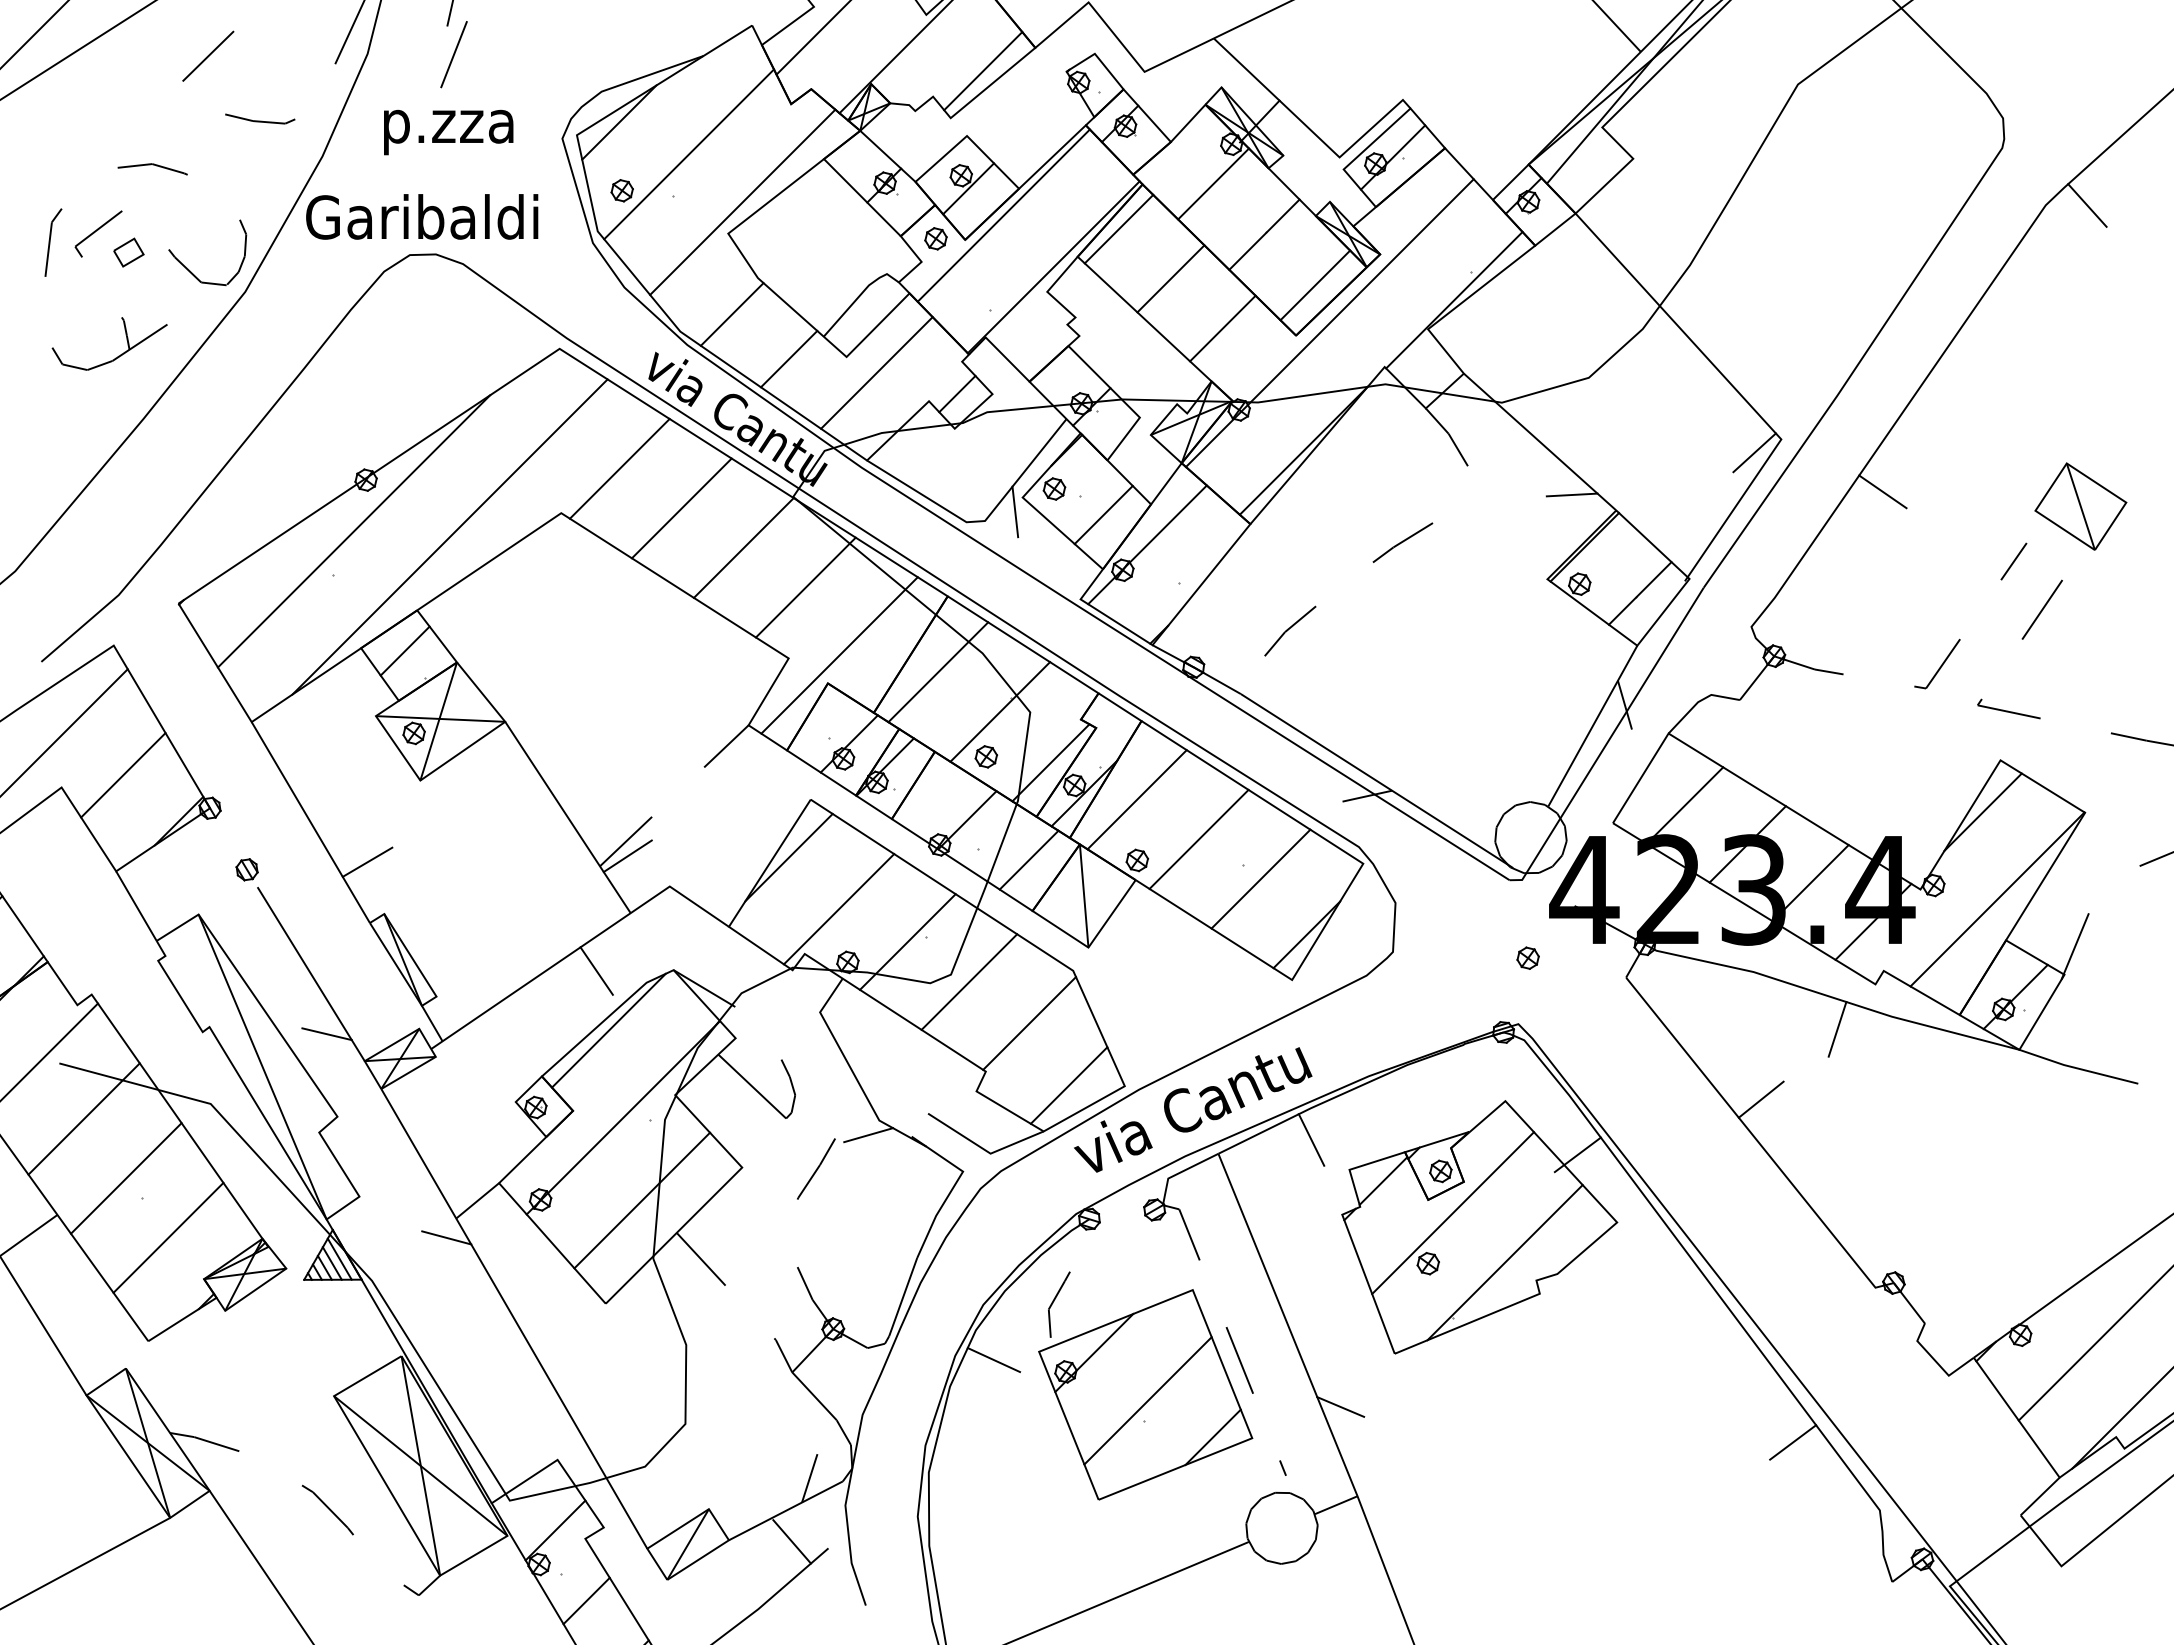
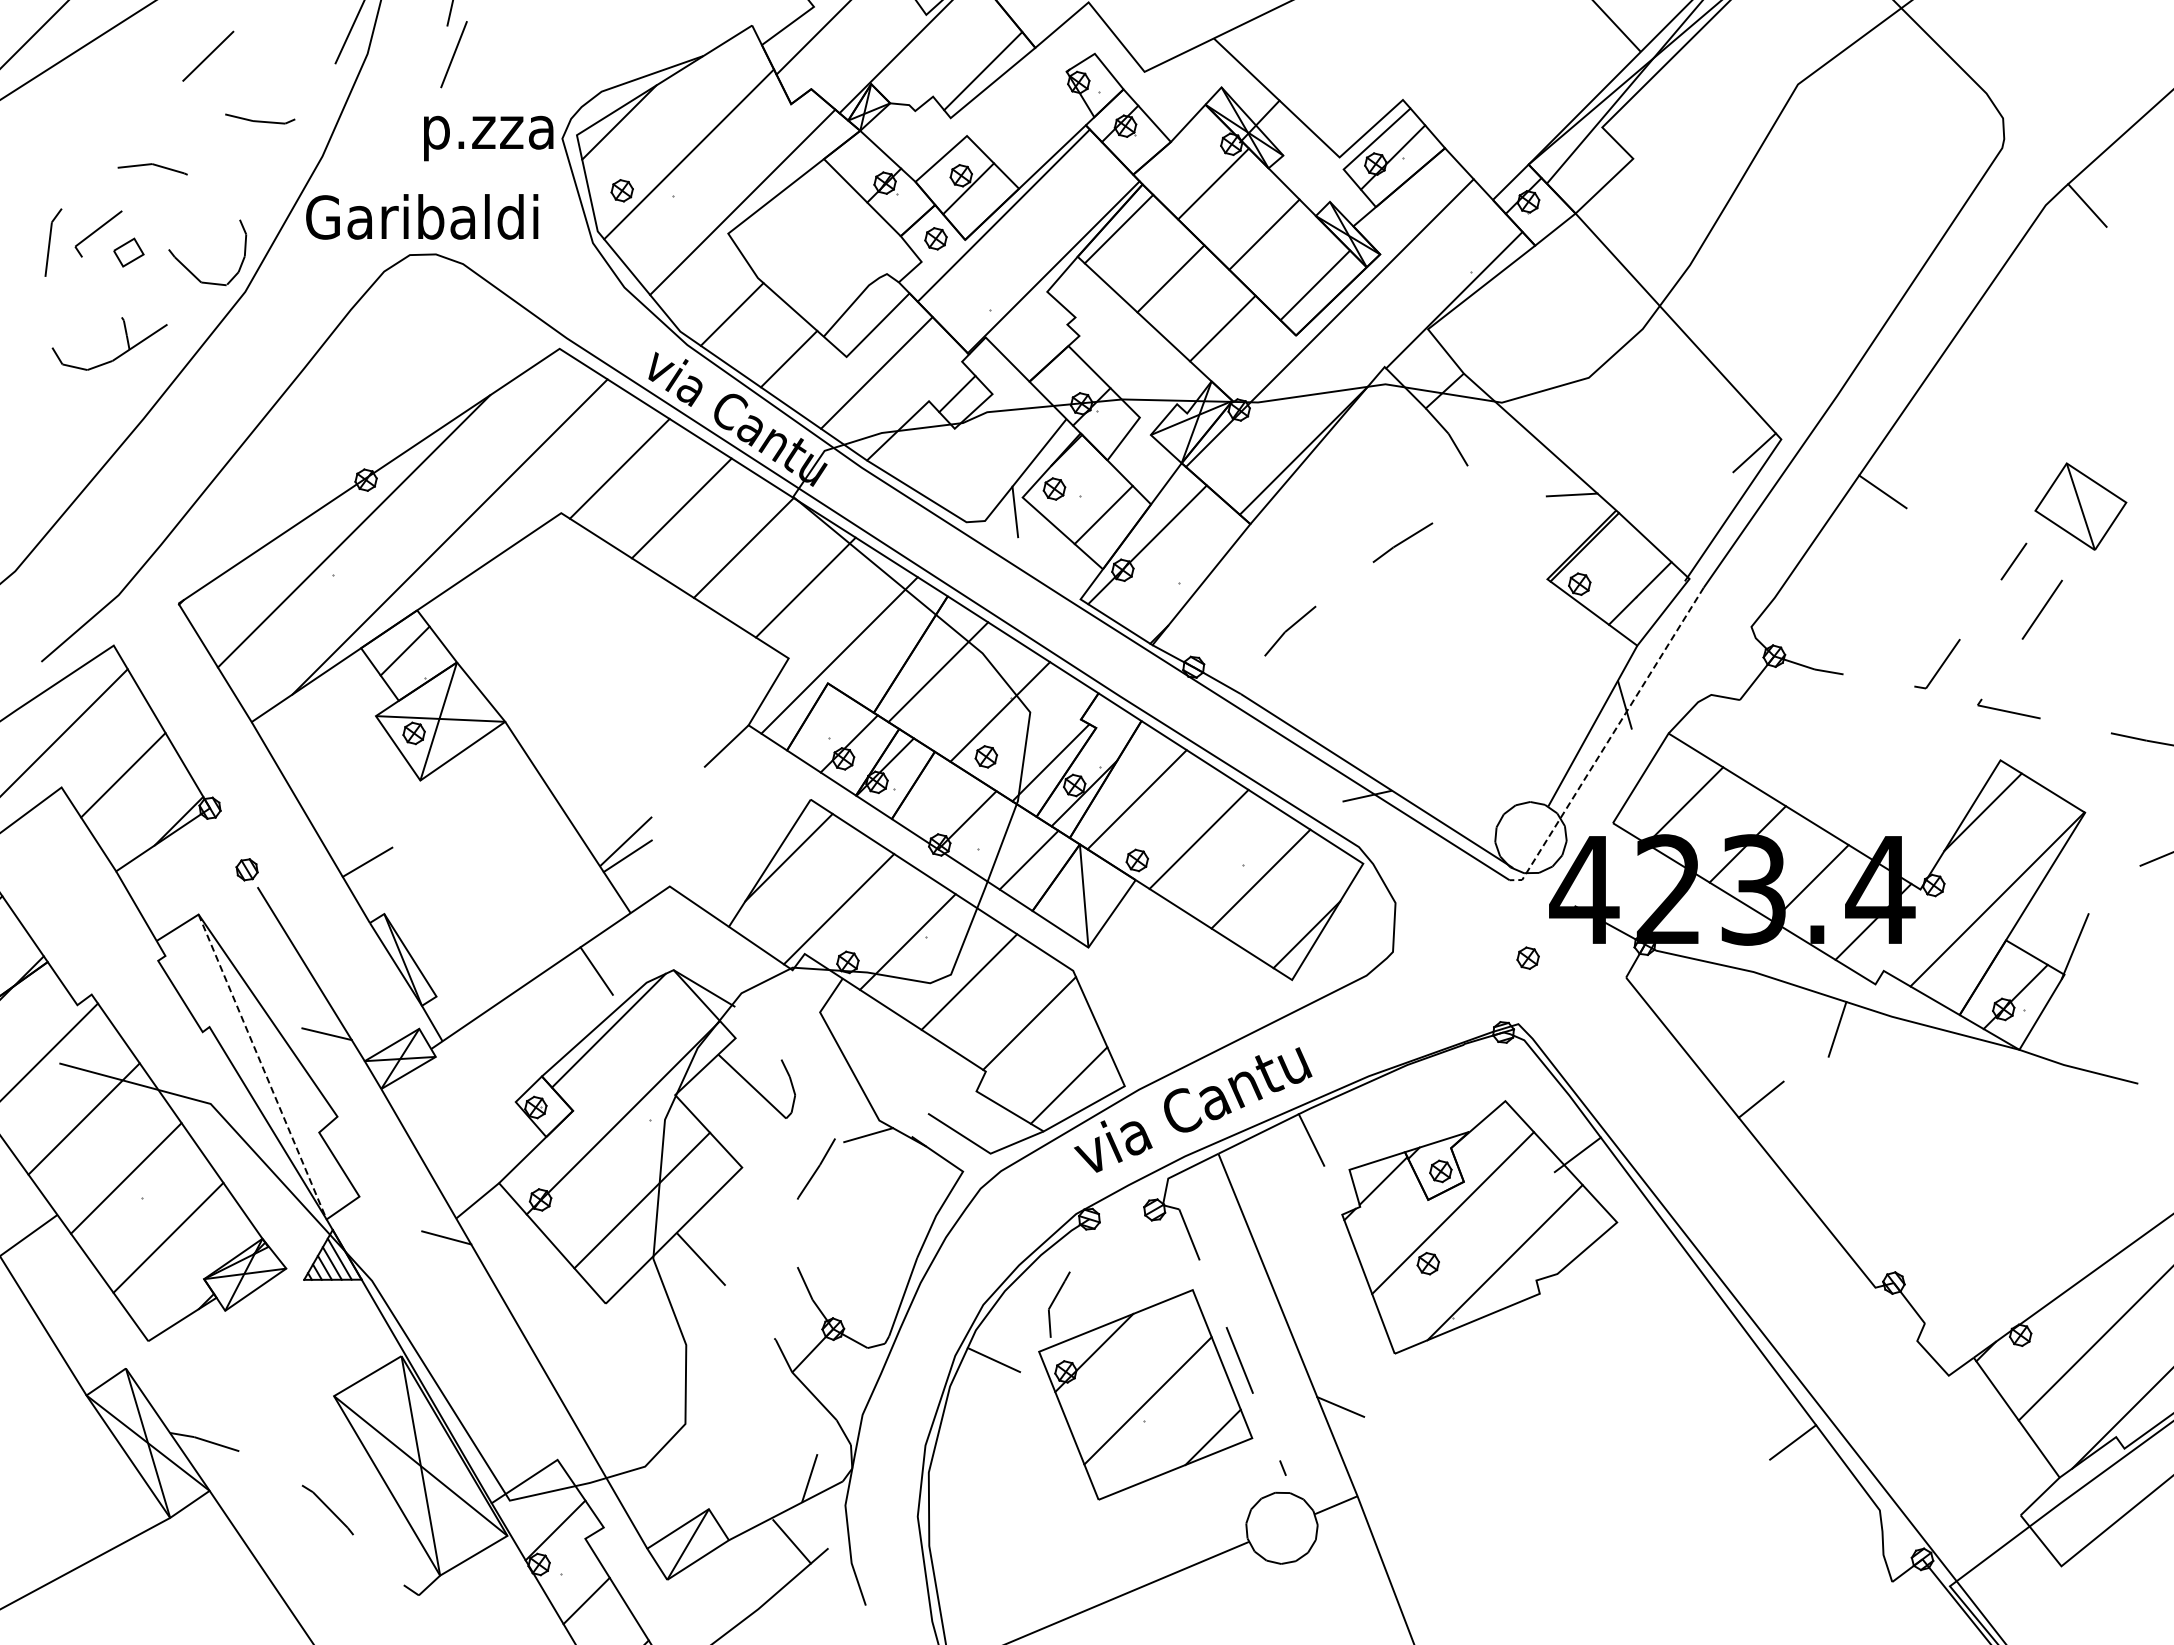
text at (448, 132) position: (448, 132) -> (488, 138)
line at (1609, 740): solid -> dashed
line at (262, 1067): solid -> dashed
